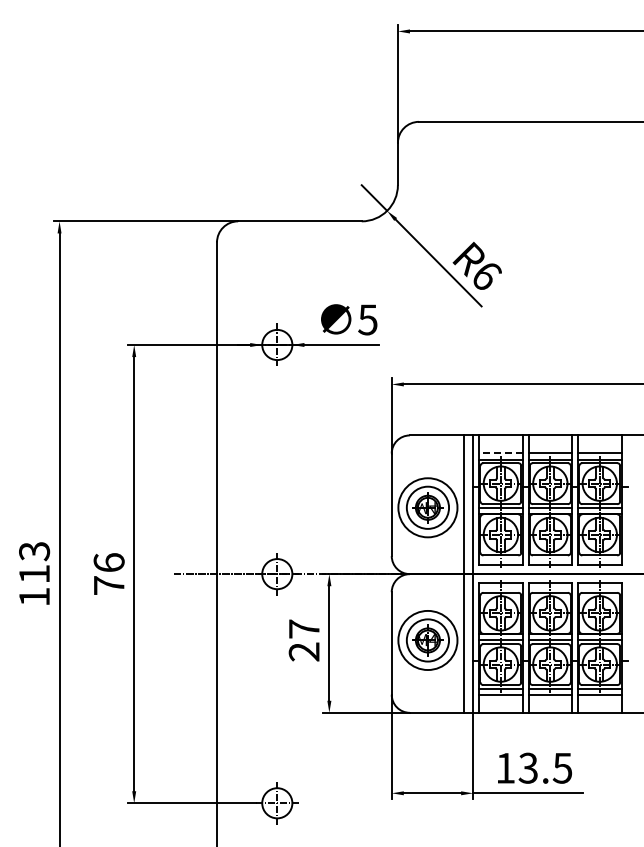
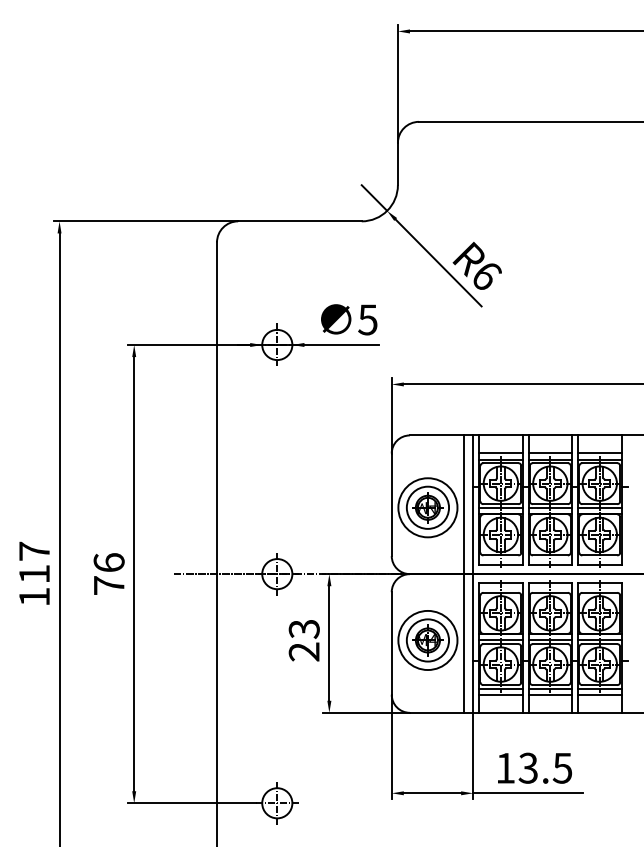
line at (500, 452): dashed -> solid
text at (34, 551): 113 -> 117
text at (303, 628): 27 -> 23
